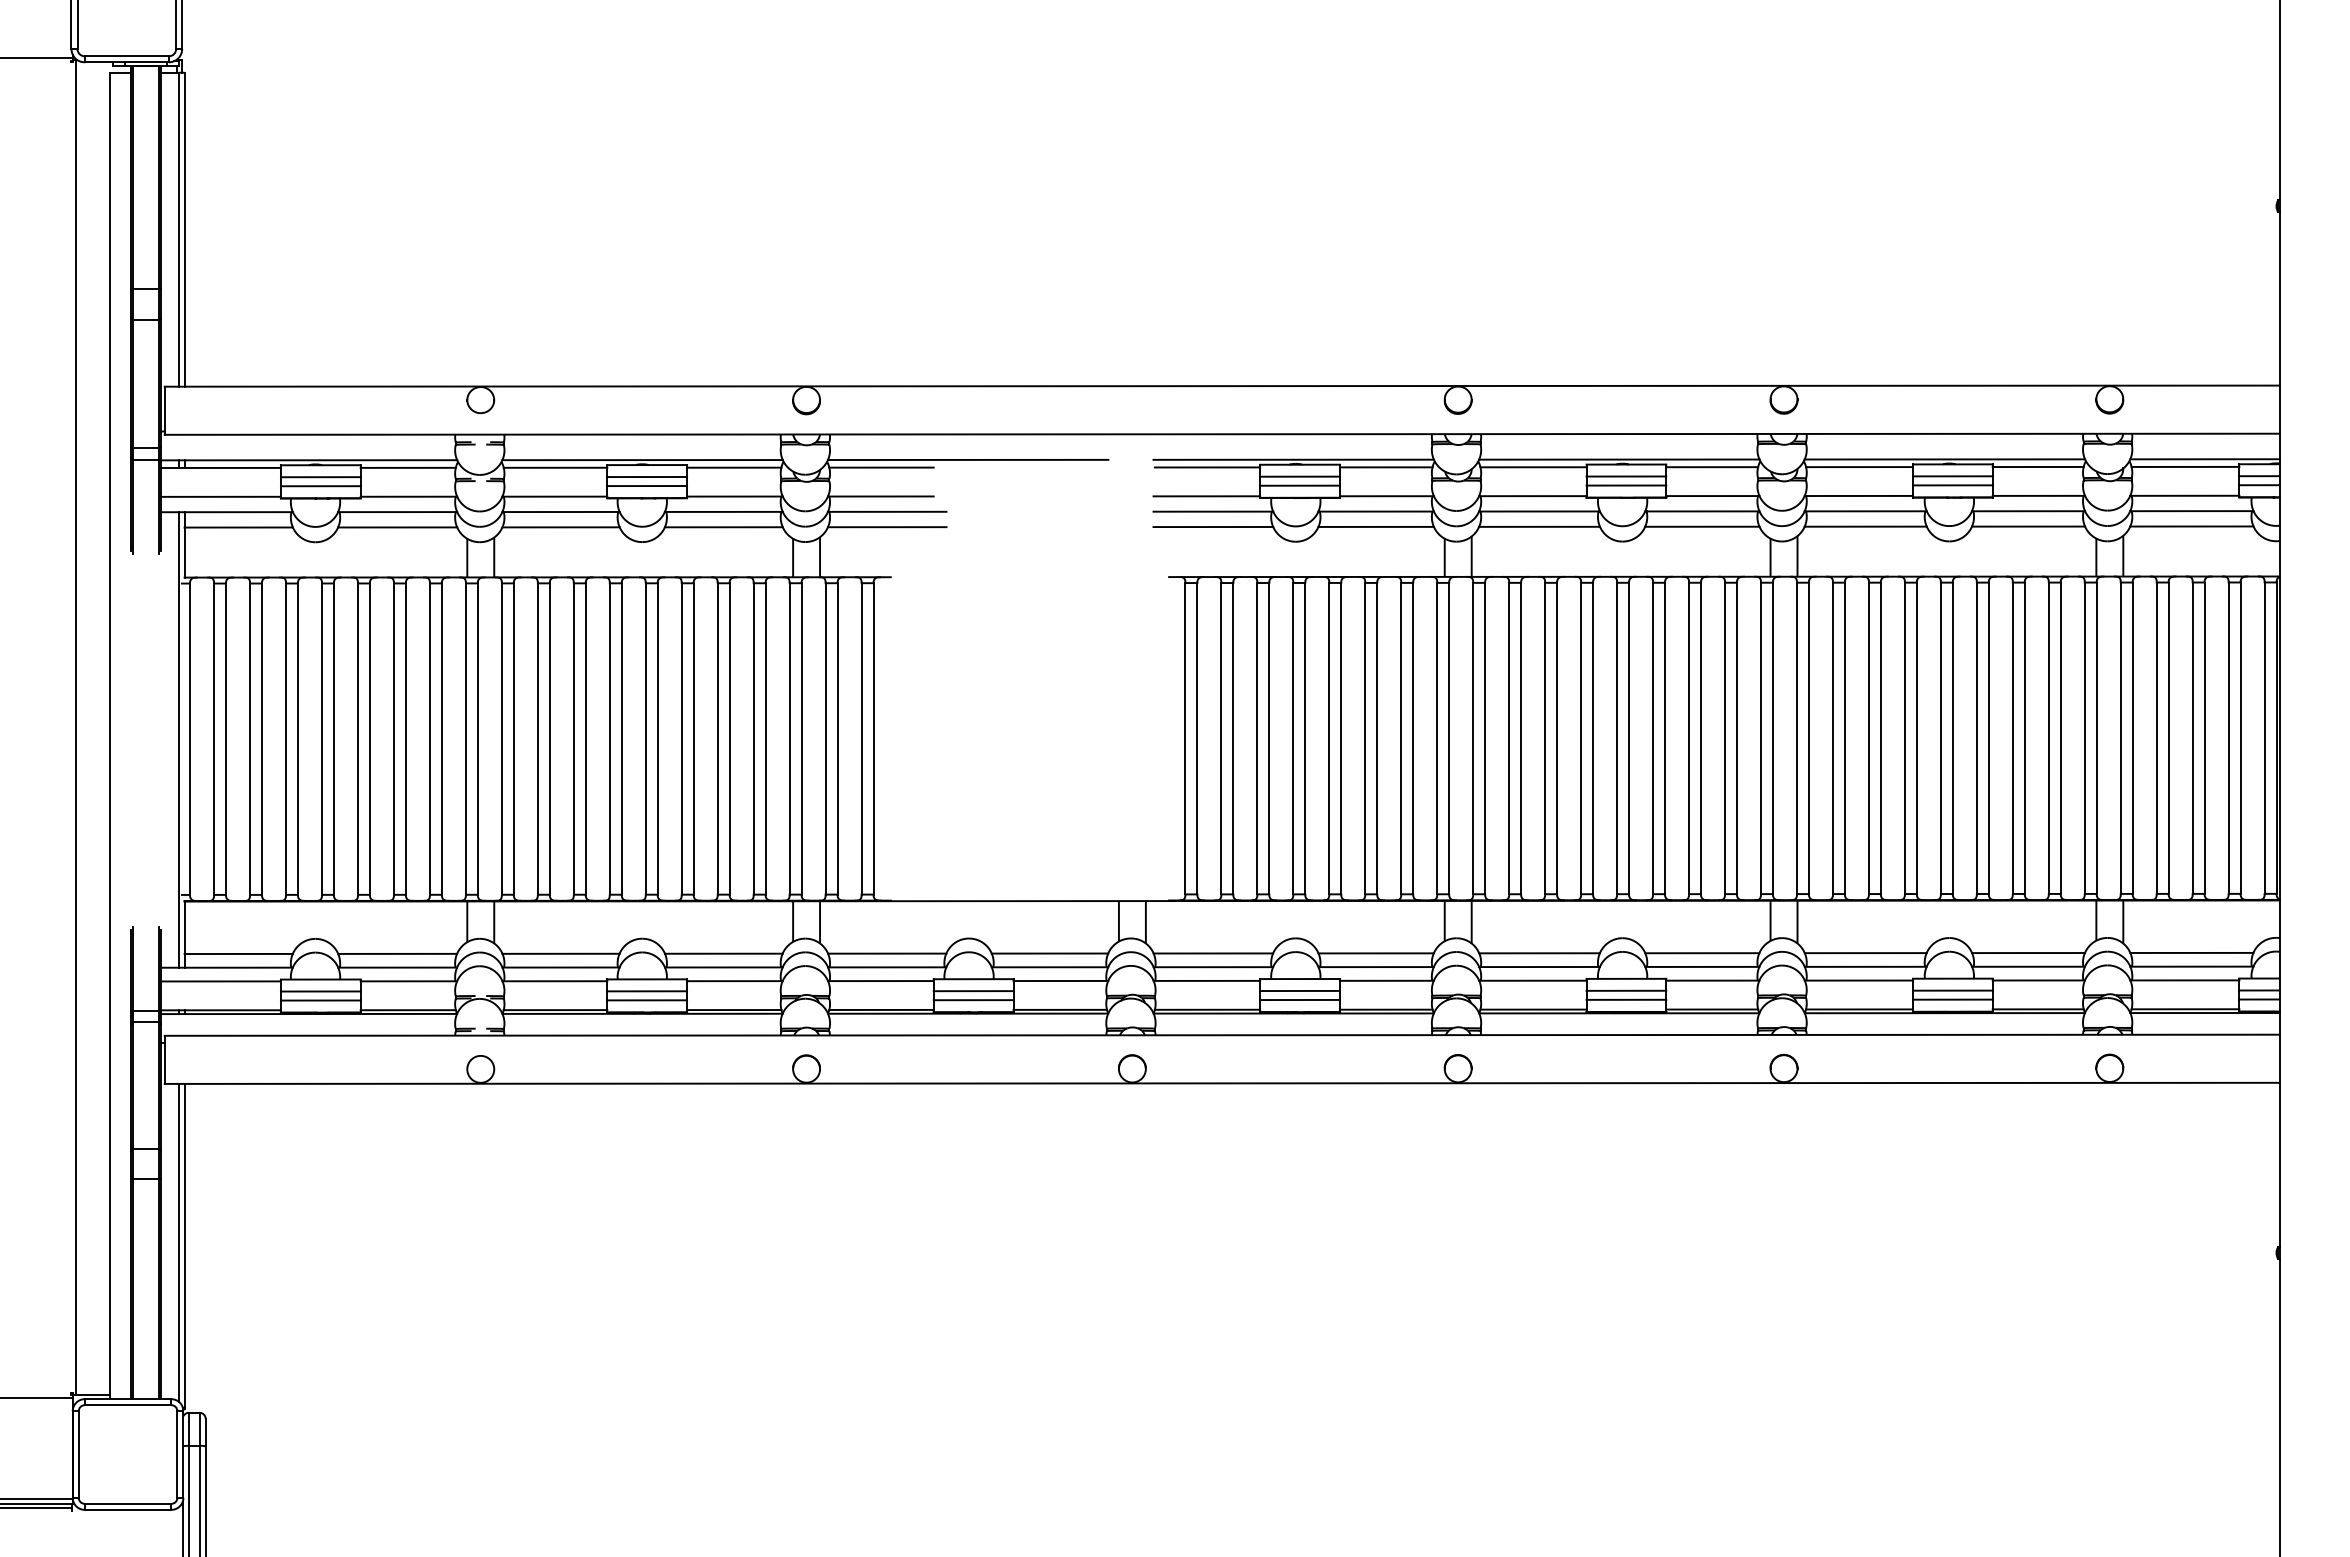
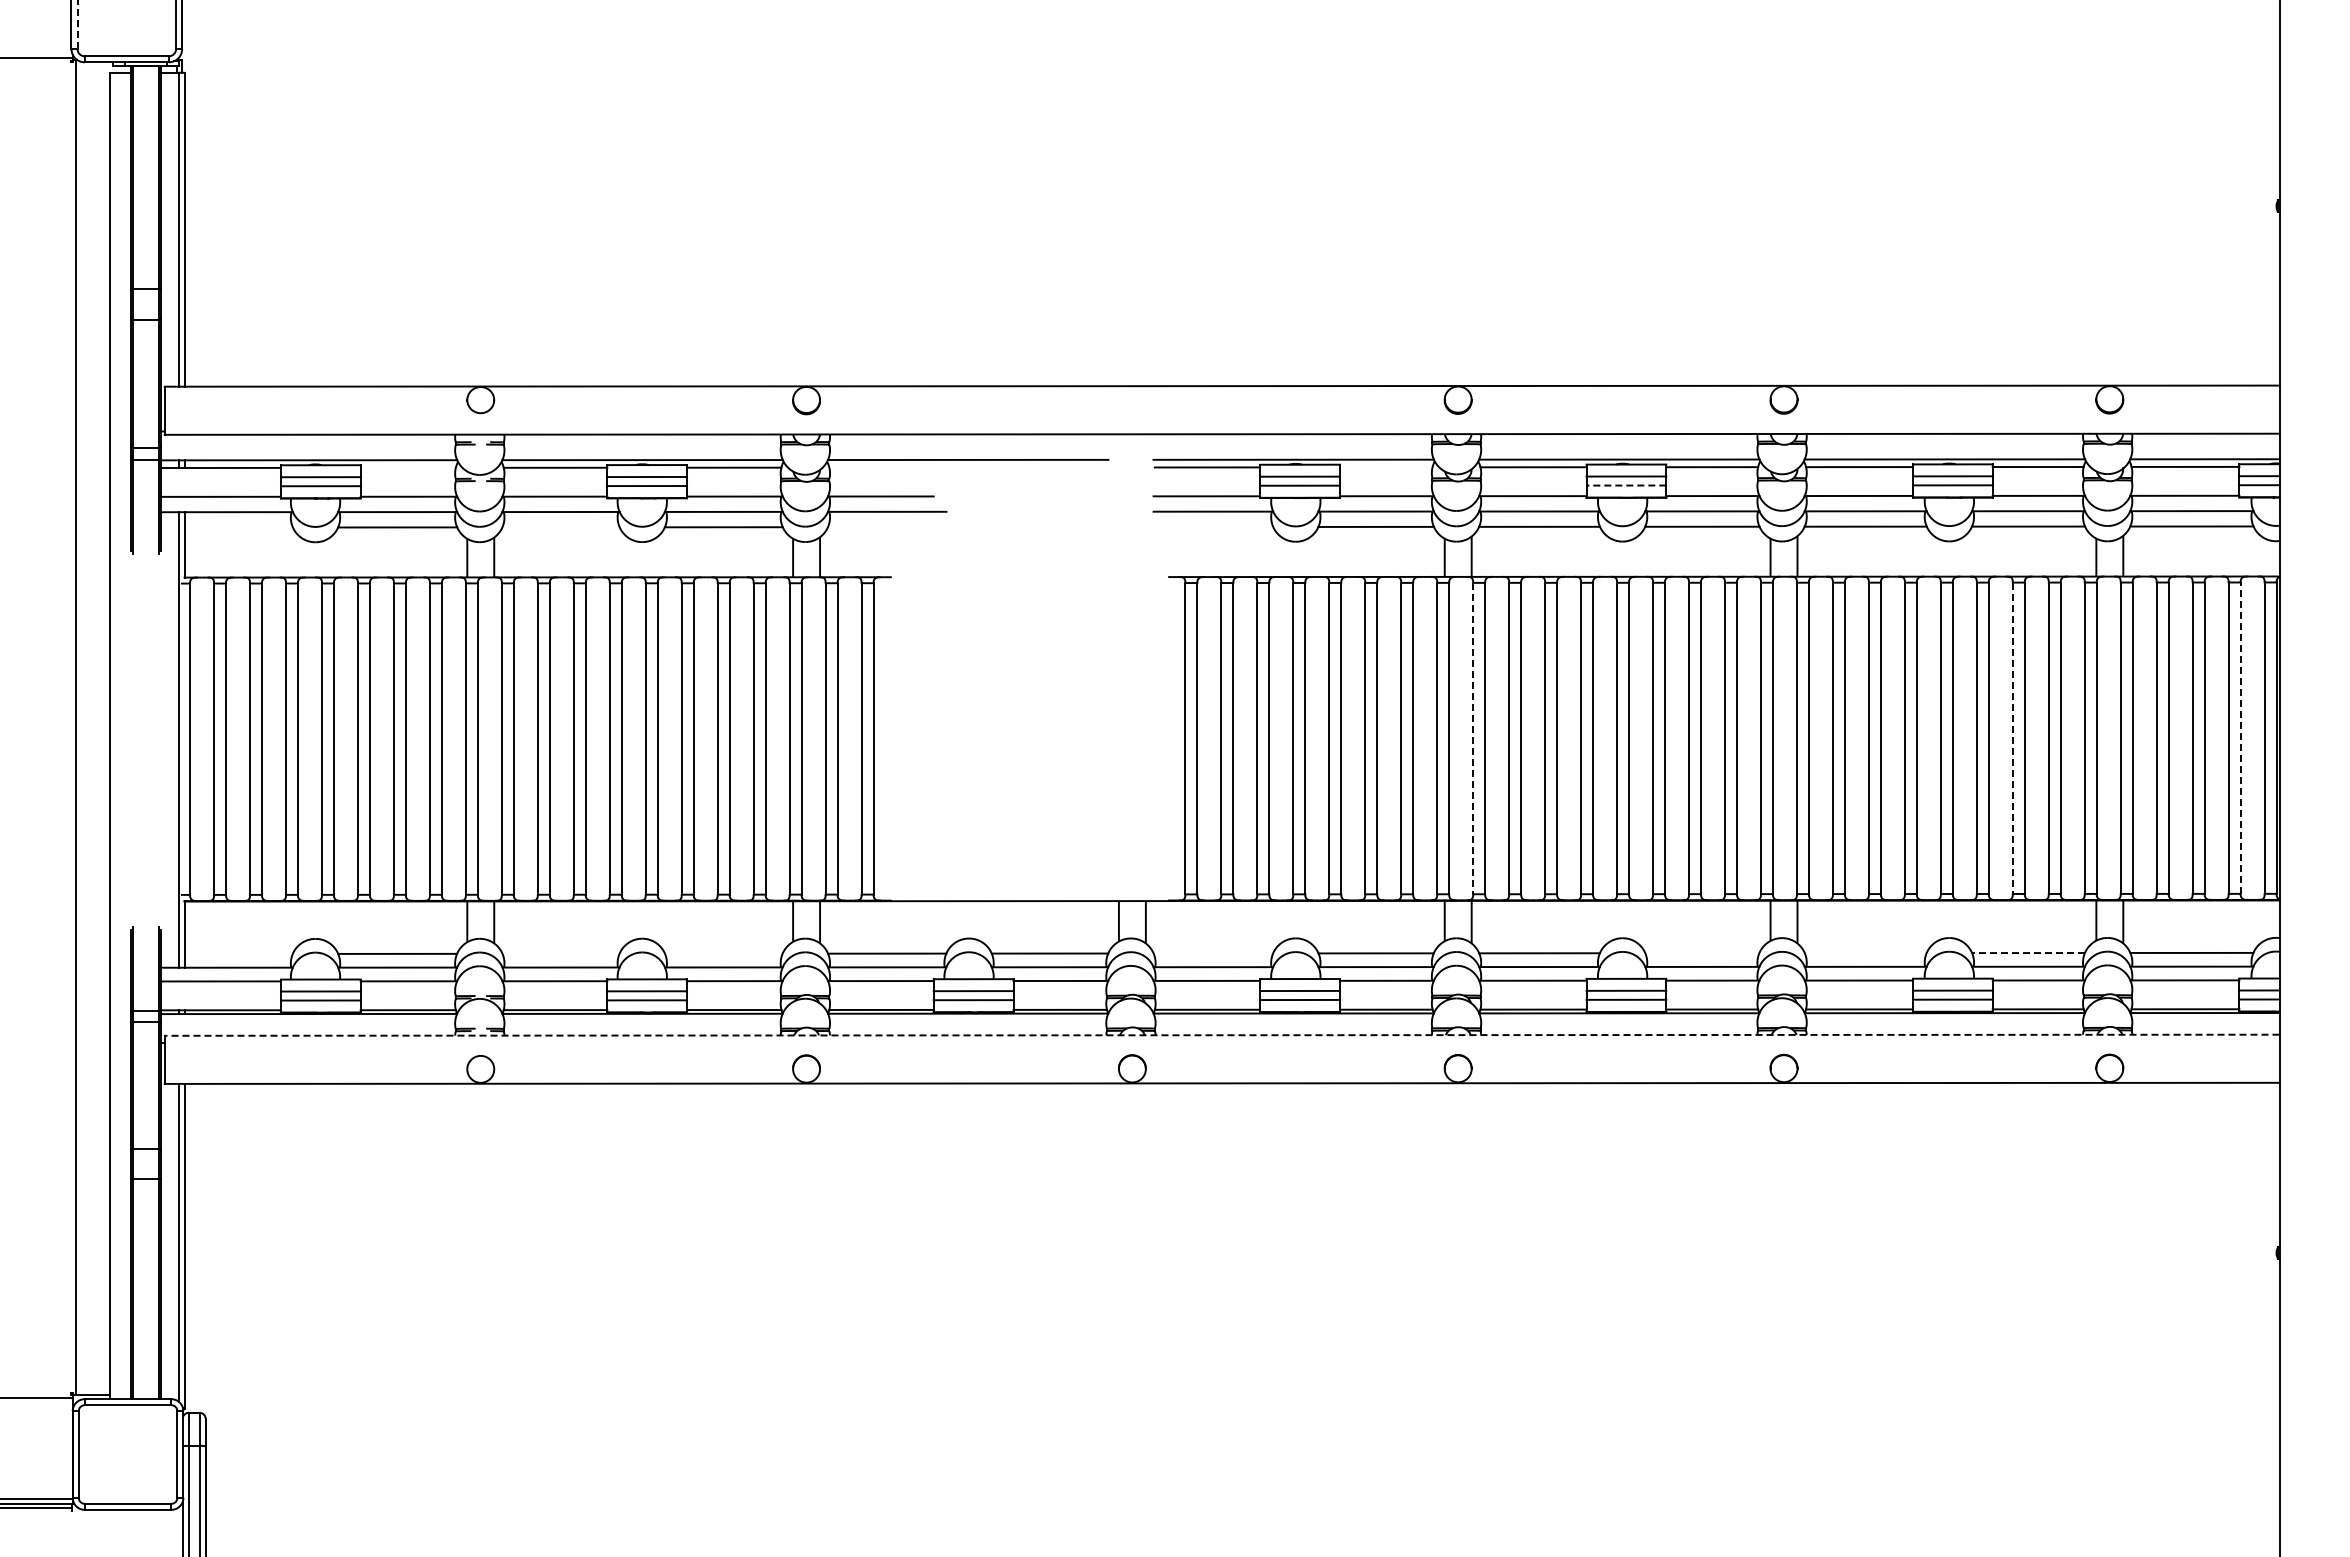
line at (77, 25): solid -> dashed
line at (407, 467): present -> none
line at (881, 467): present -> none
line at (1385, 467): present -> none
line at (1626, 485): solid -> dashed
line at (1213, 526): present -> none
line at (238, 527): present -> none
line at (560, 527): present -> none
line at (886, 527): present -> none
line at (1473, 738): solid -> dashed
line at (2012, 738): solid -> dashed
line at (2240, 738): solid -> dashed
line at (238, 953): present -> none
line at (560, 953): present -> none
line at (723, 953): present -> none
line at (1213, 953): present -> none
line at (1702, 953): present -> none
line at (1865, 953): present -> none
line at (2028, 953): solid -> dashed
line at (1221, 1035): solid -> dashed
